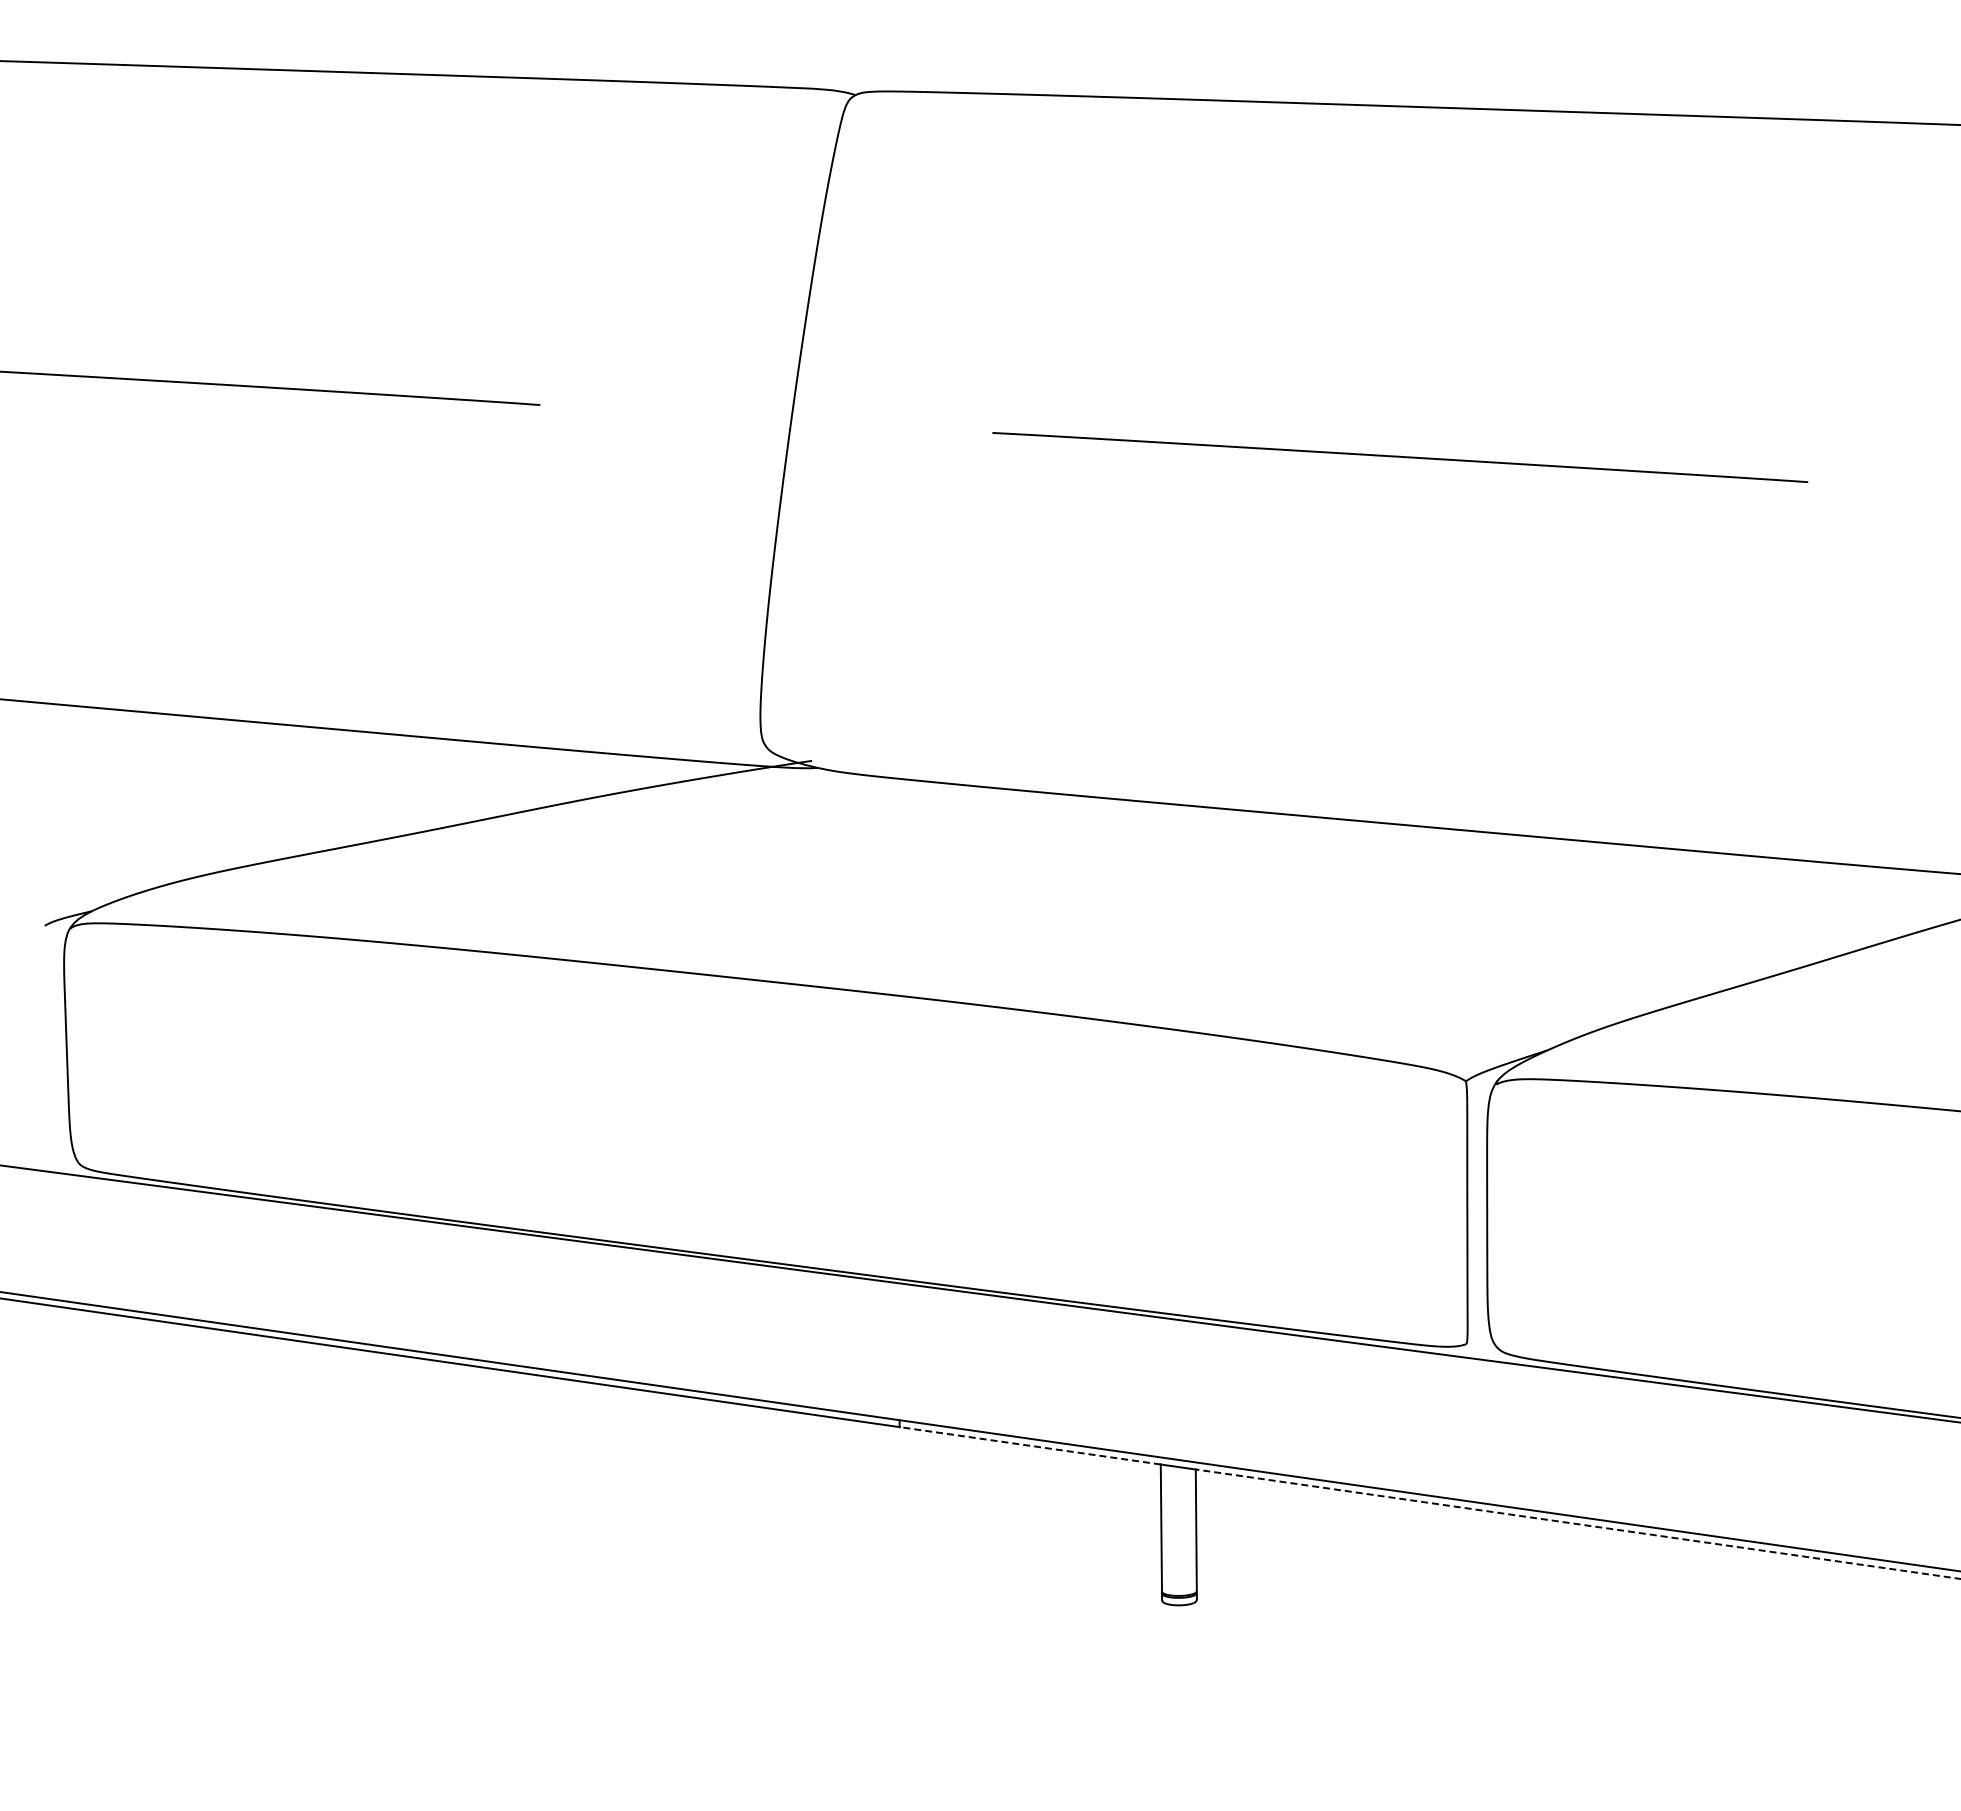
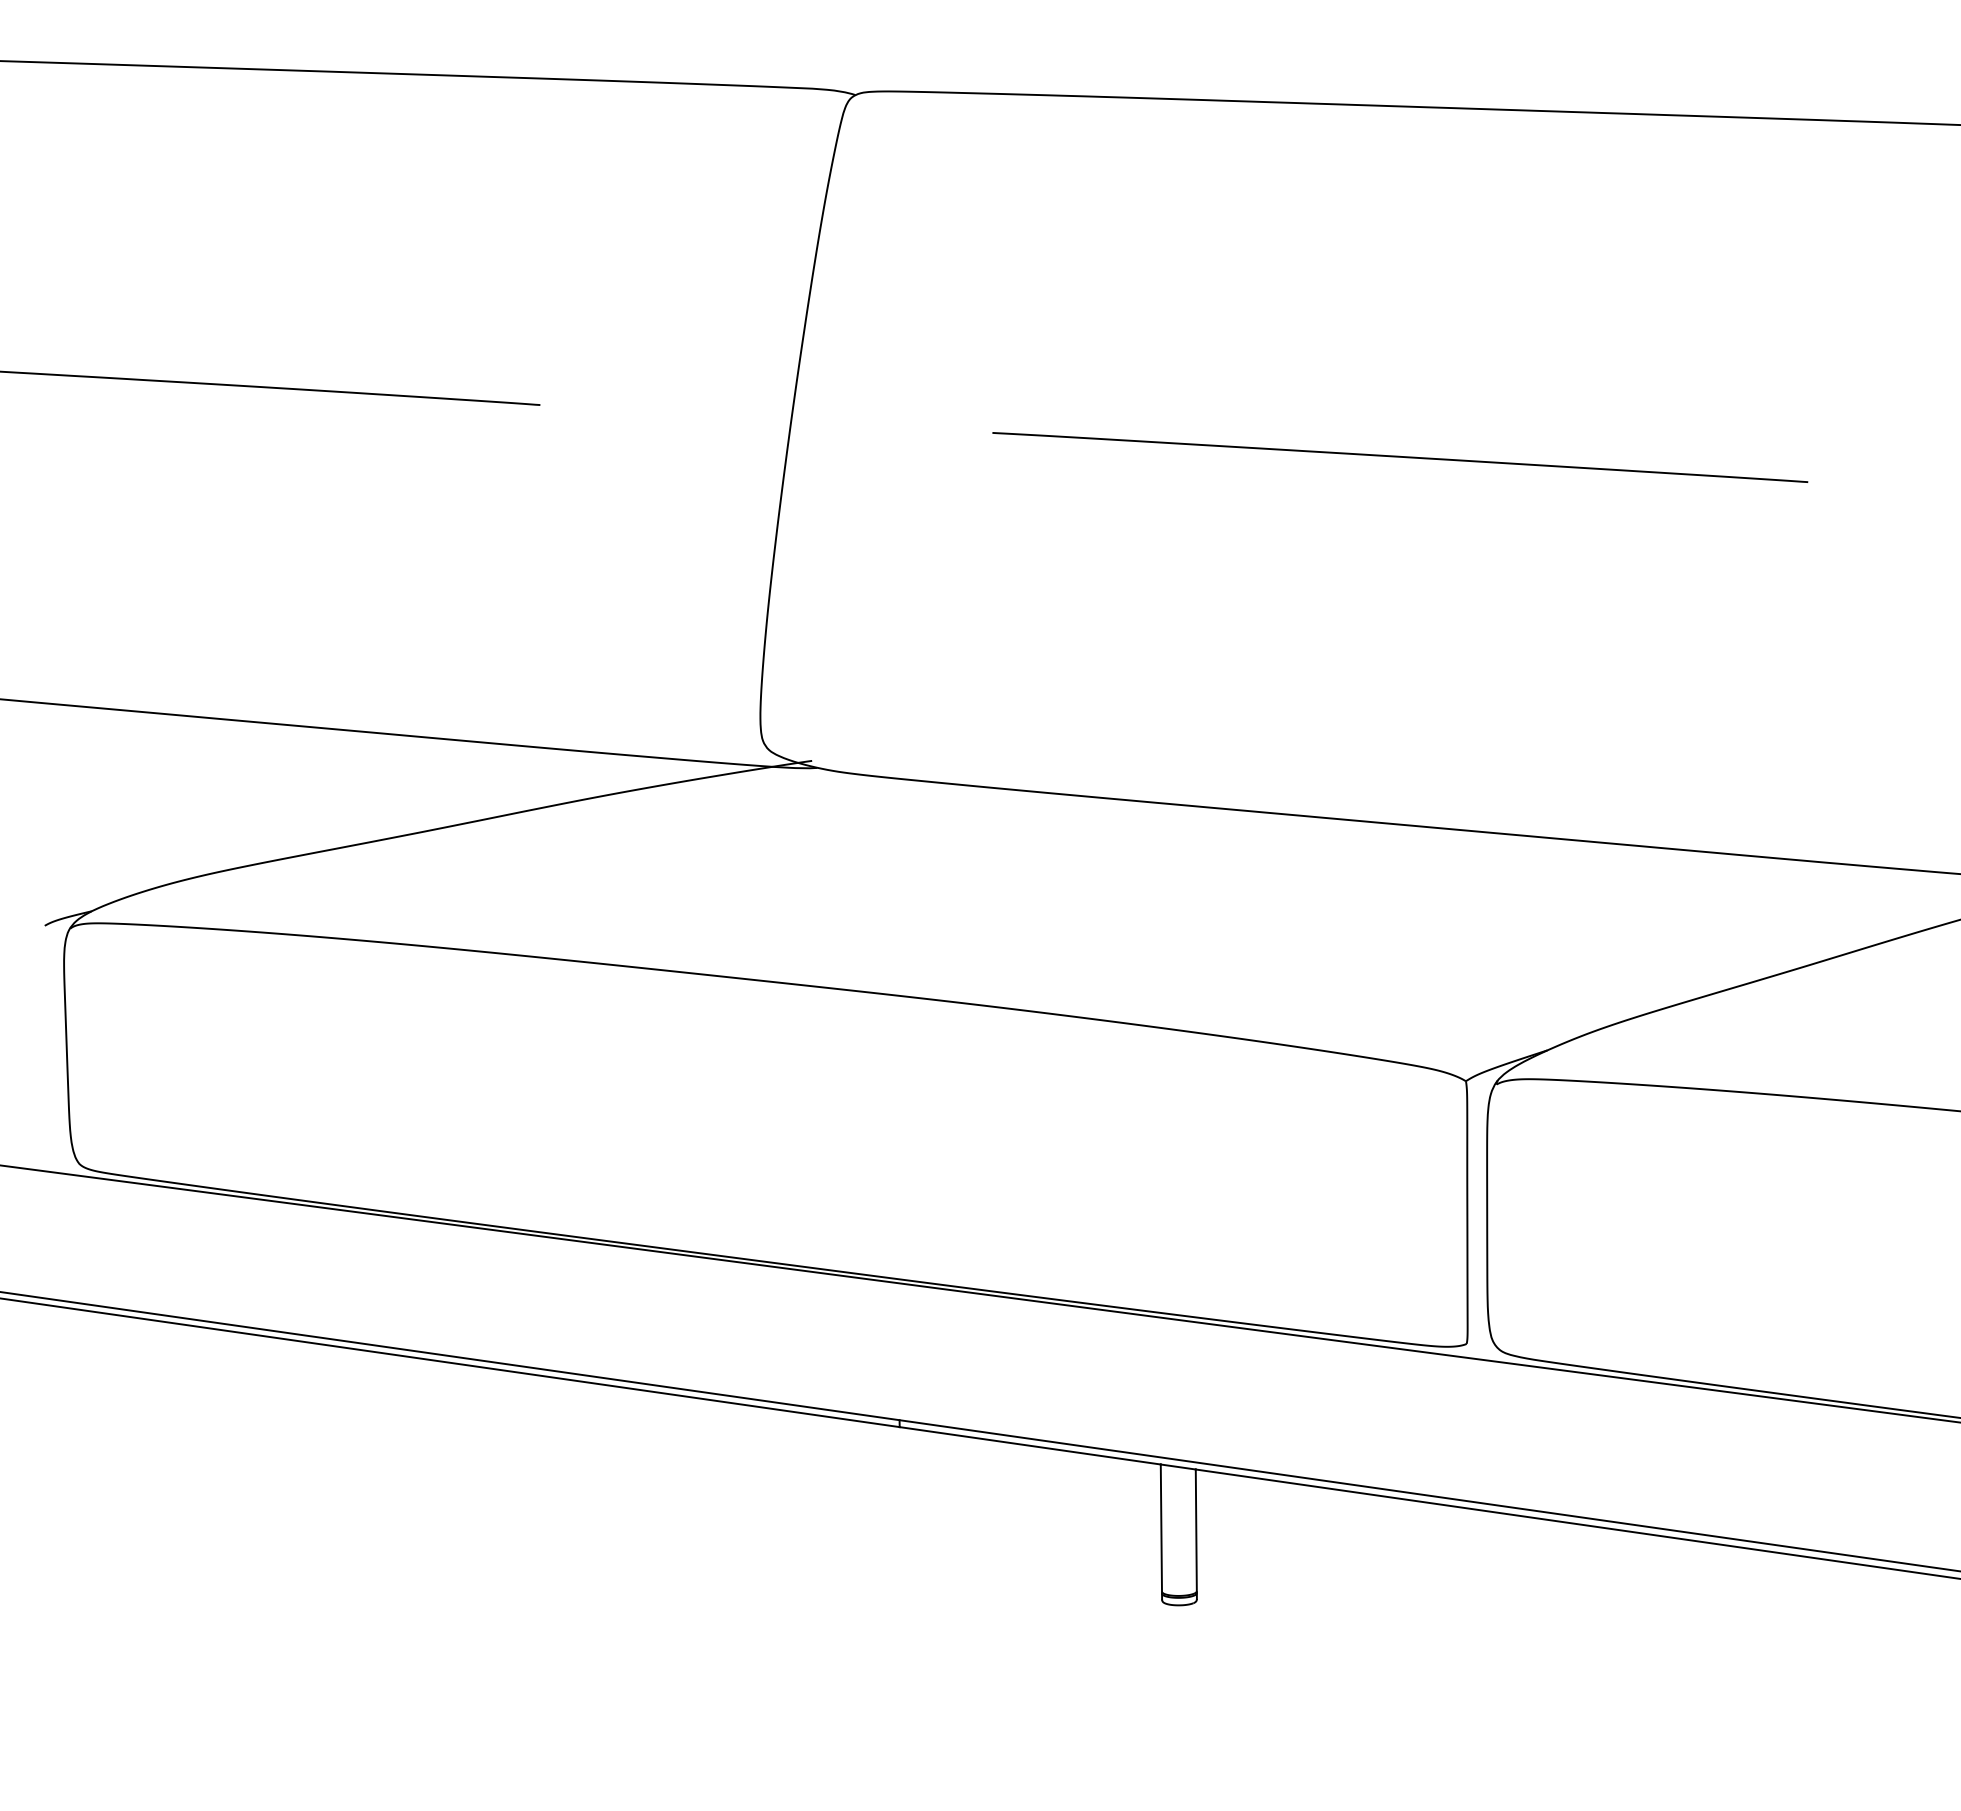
line at (1030, 1445): dashed -> solid
line at (1577, 1524): dashed -> solid
